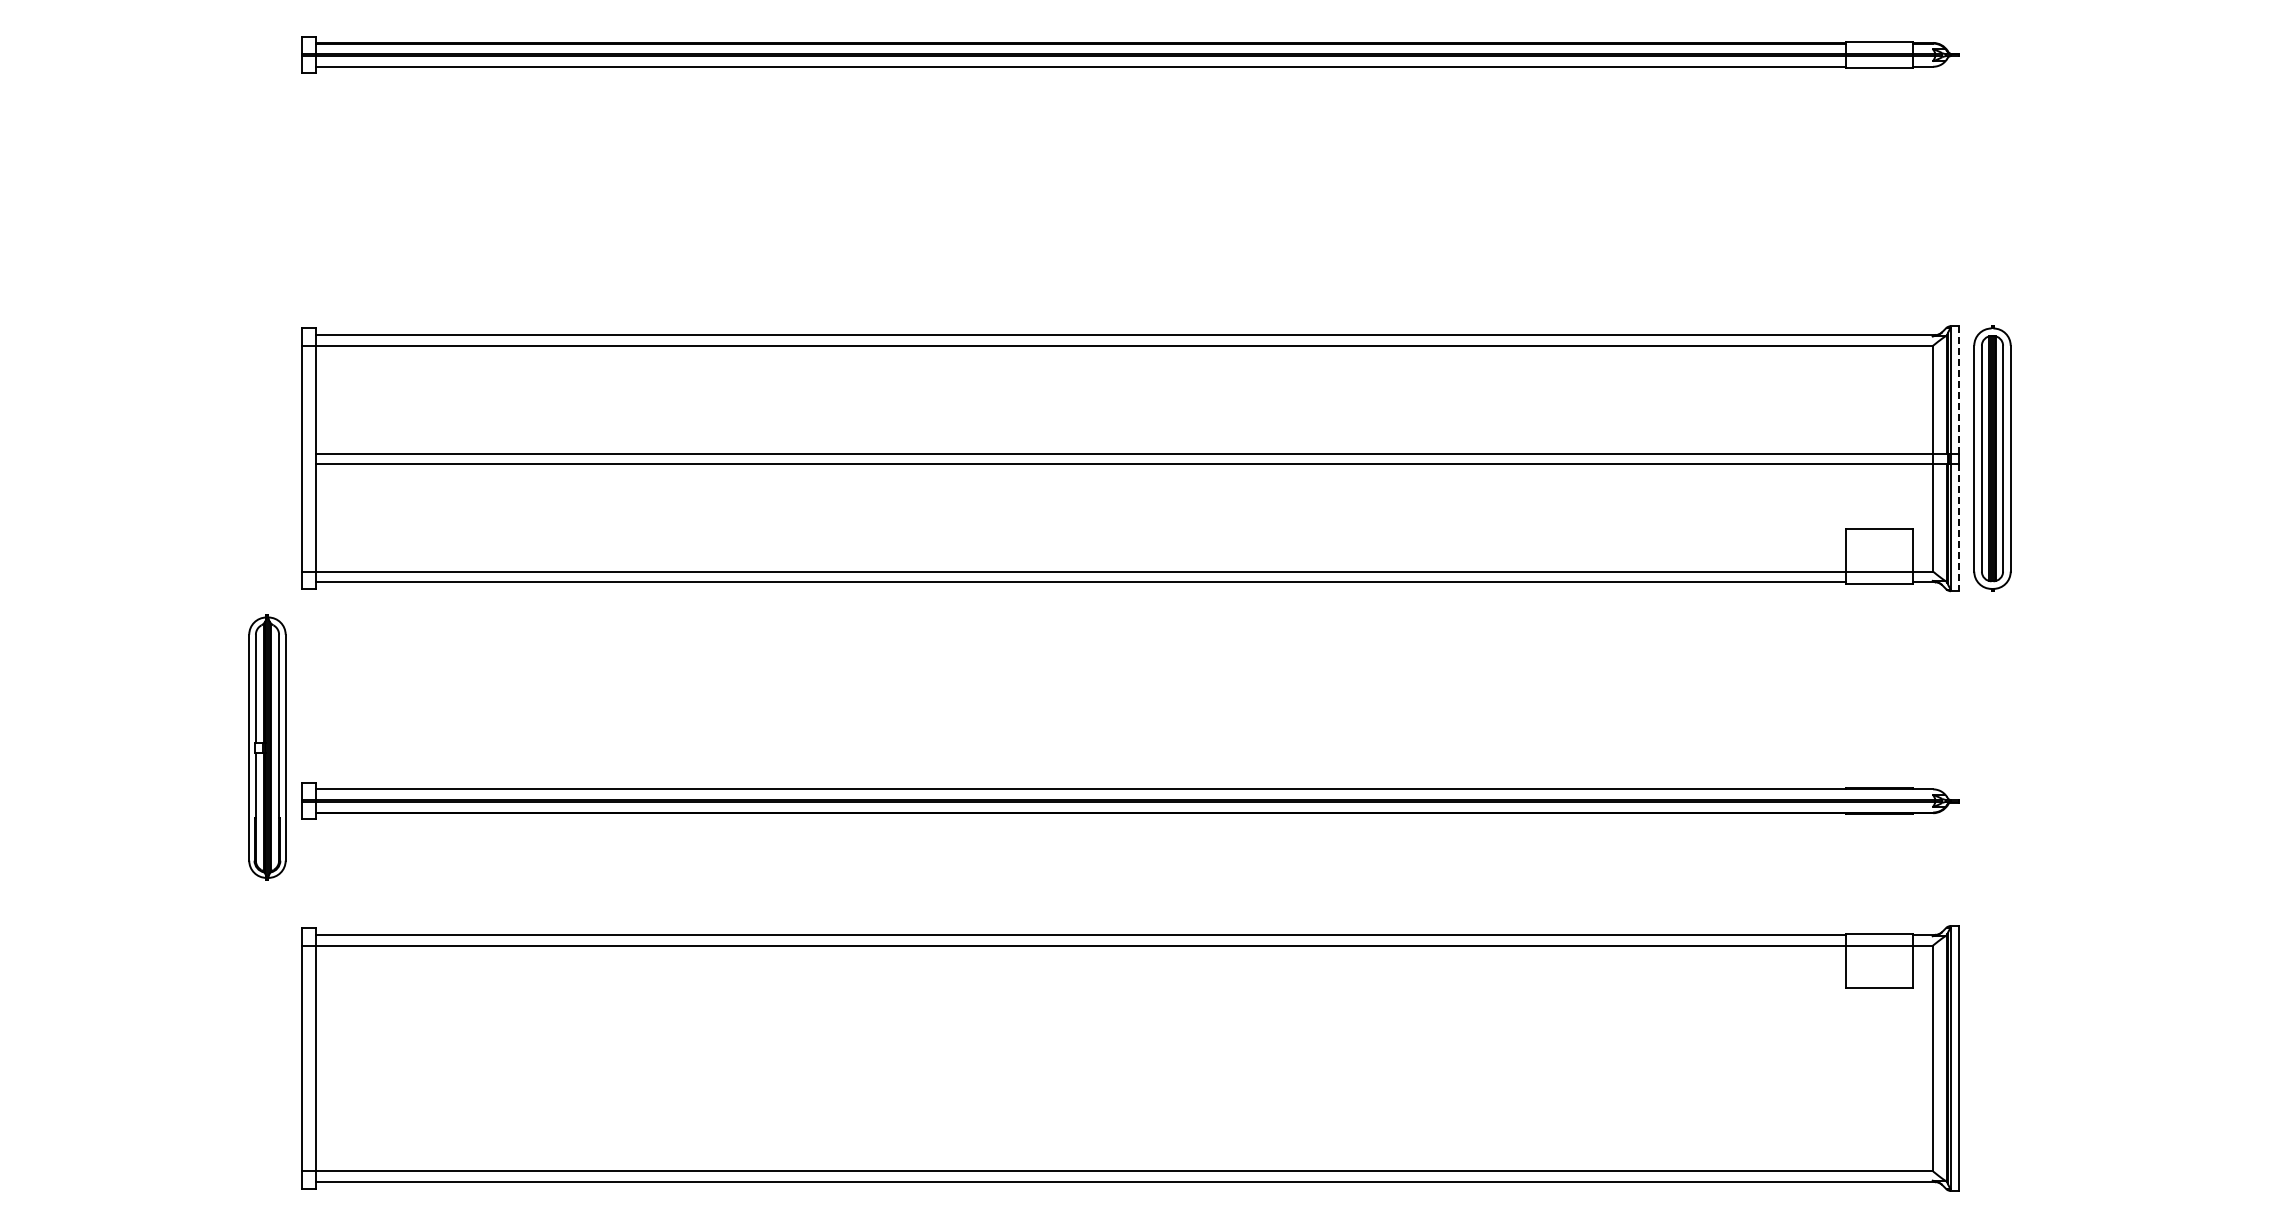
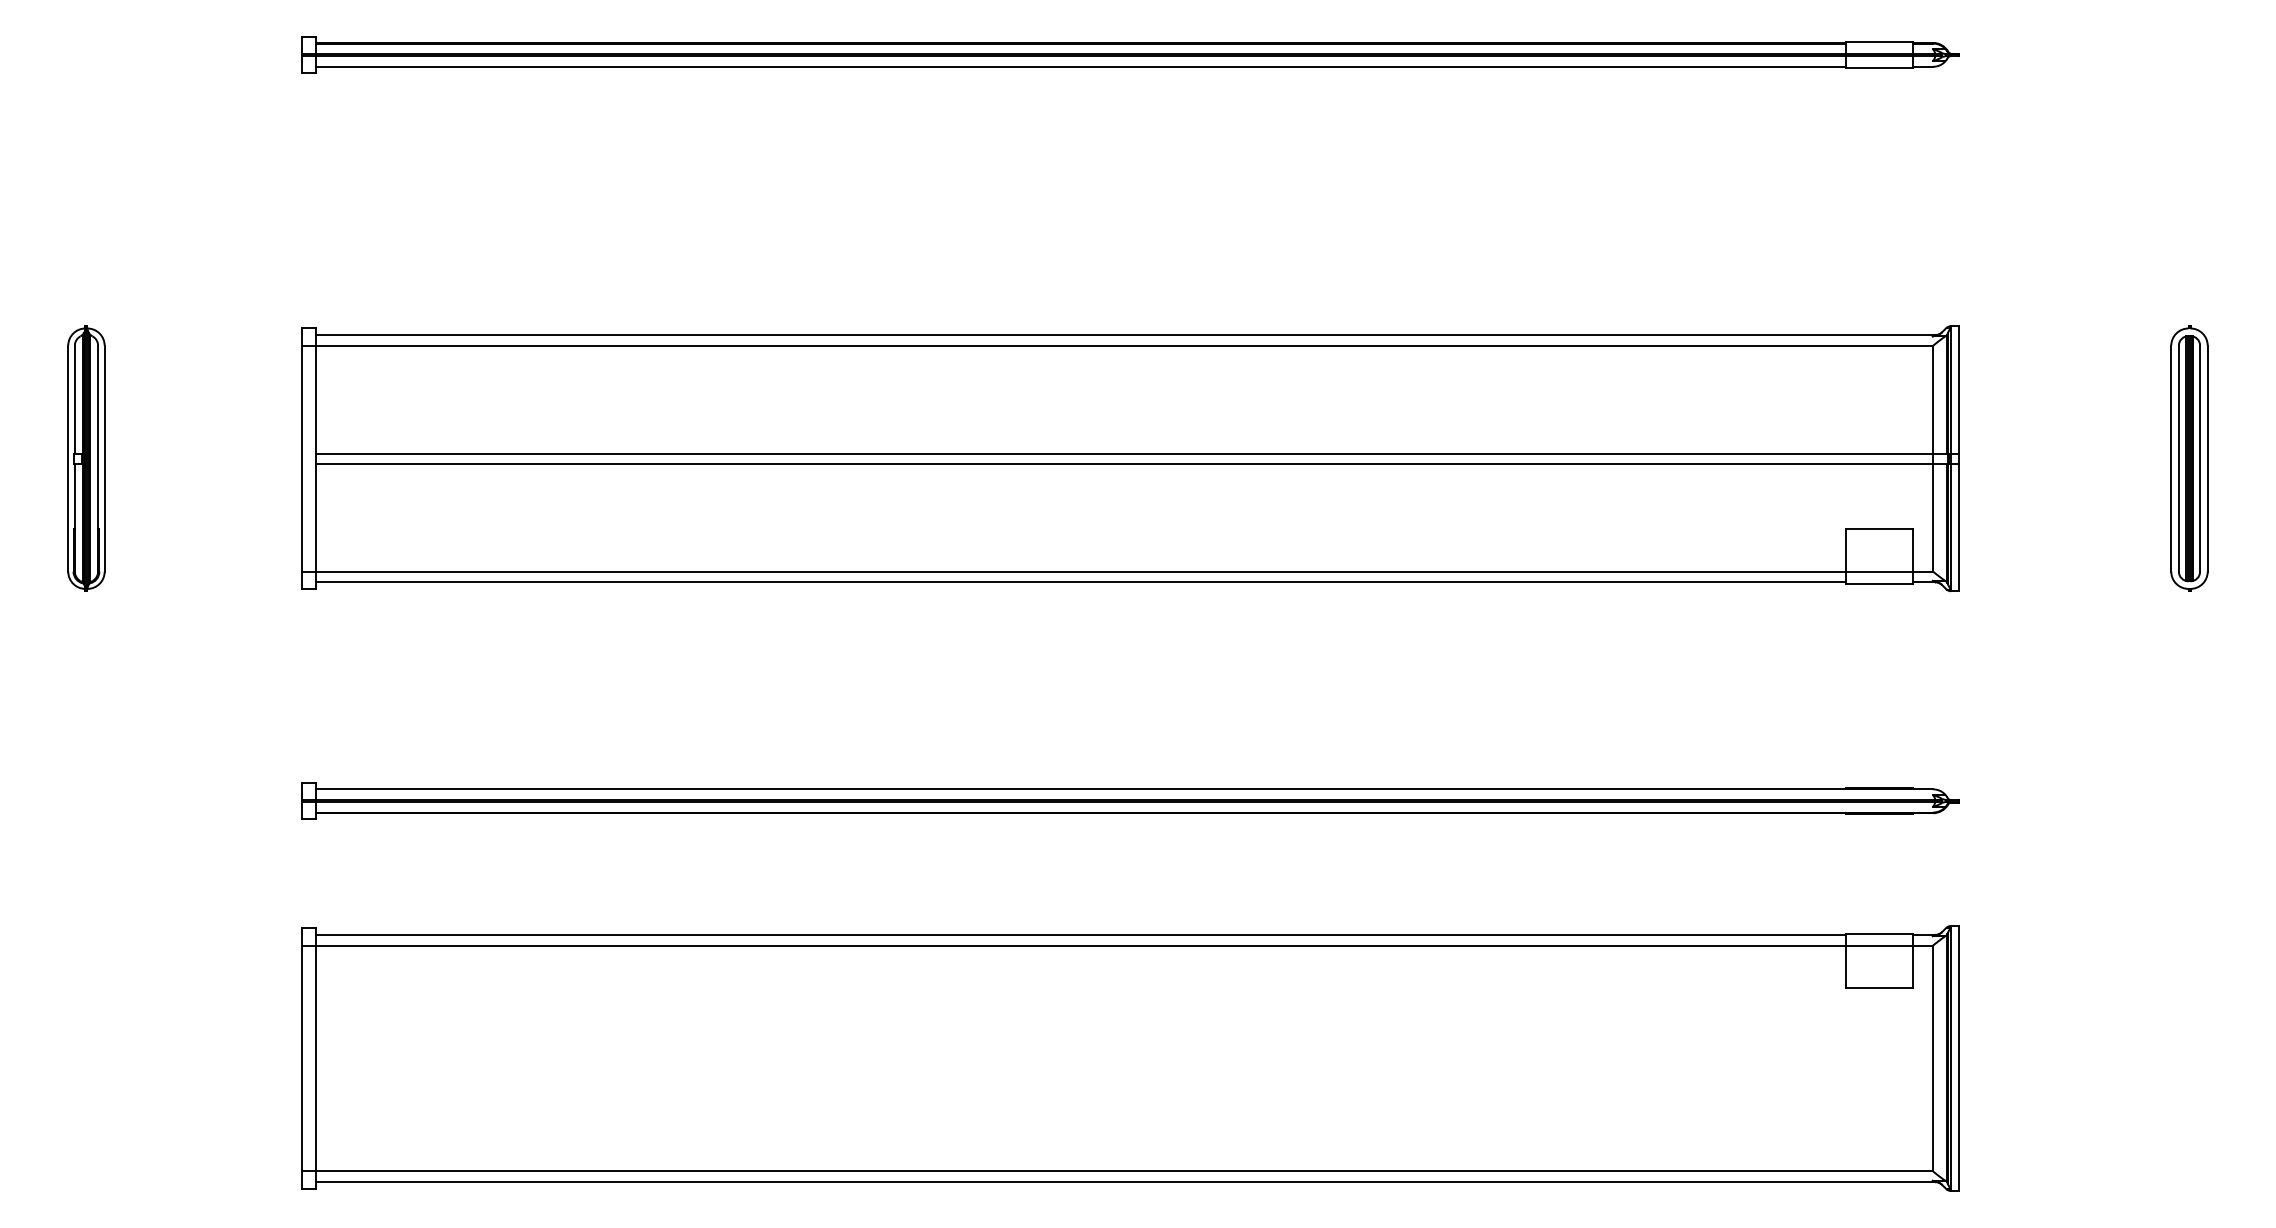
line at (1958, 389): dashed -> solid
part at (1992, 458) position: (1992, 458) -> (2189, 458)
line at (1958, 527): dashed -> solid
part at (267, 747) position: (267, 747) -> (86, 458)
